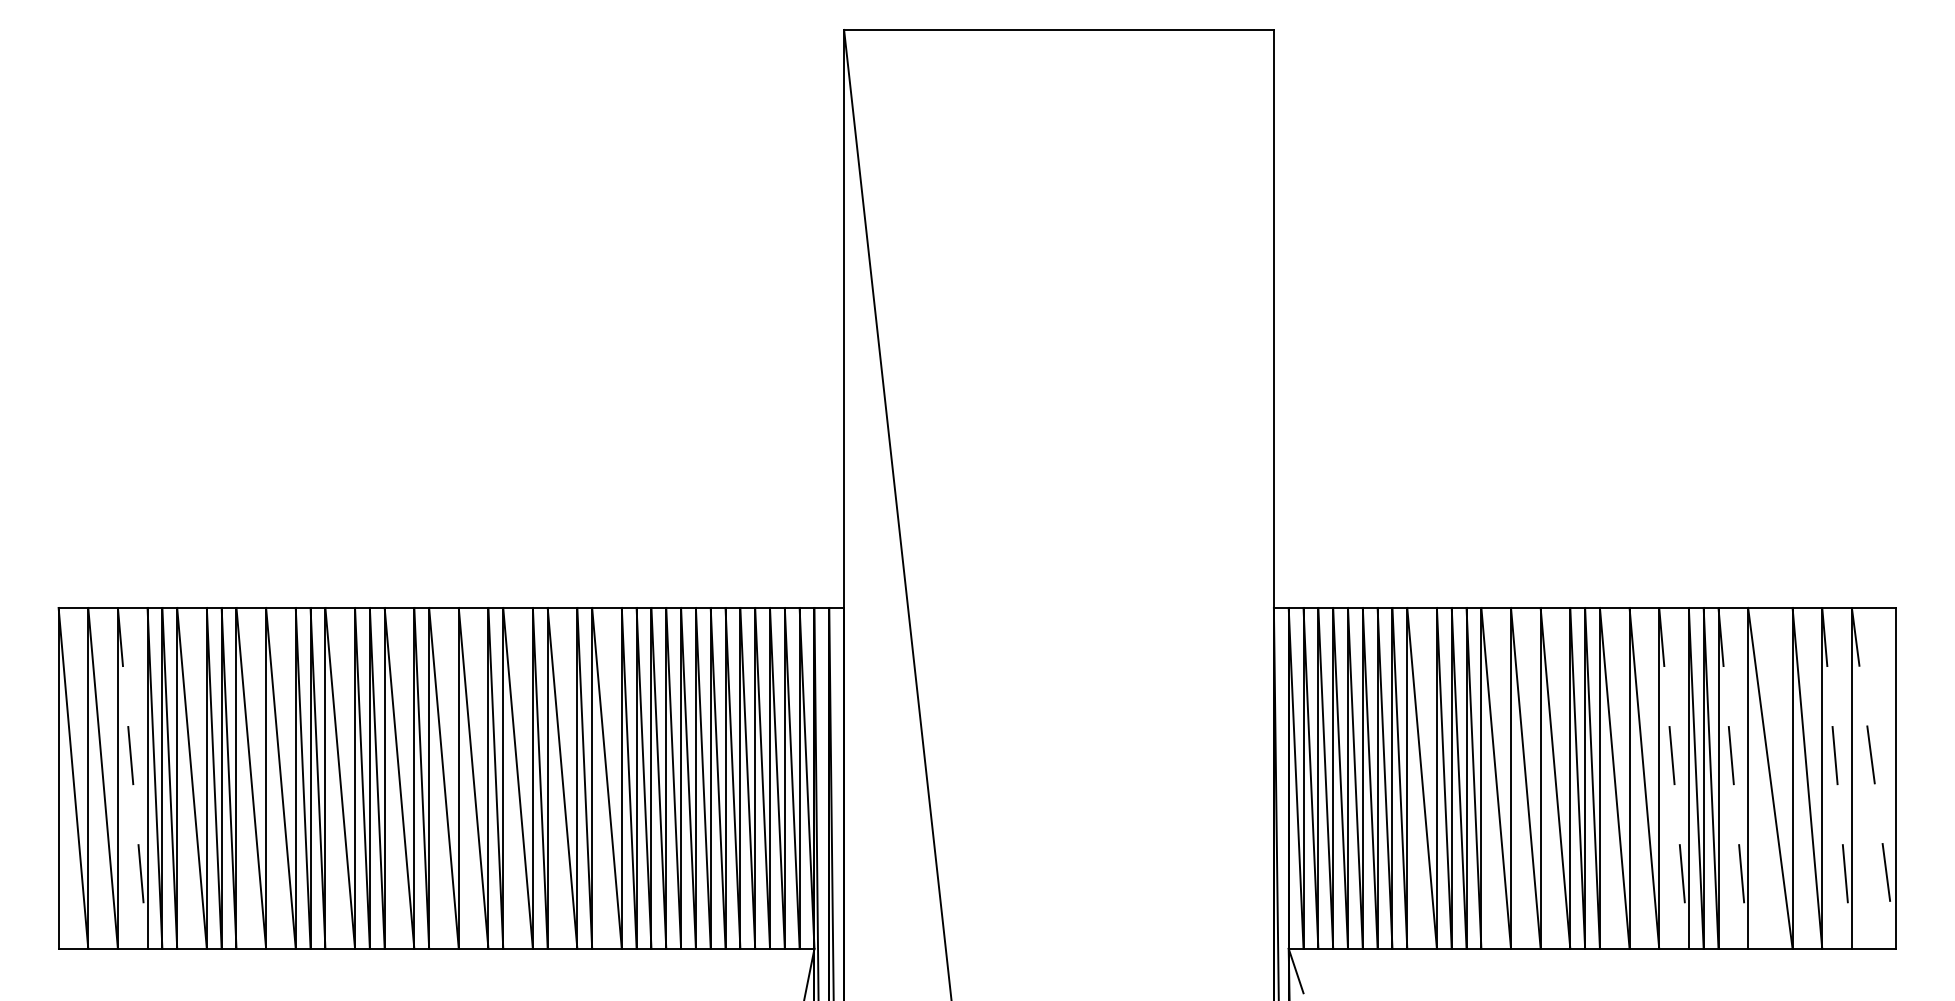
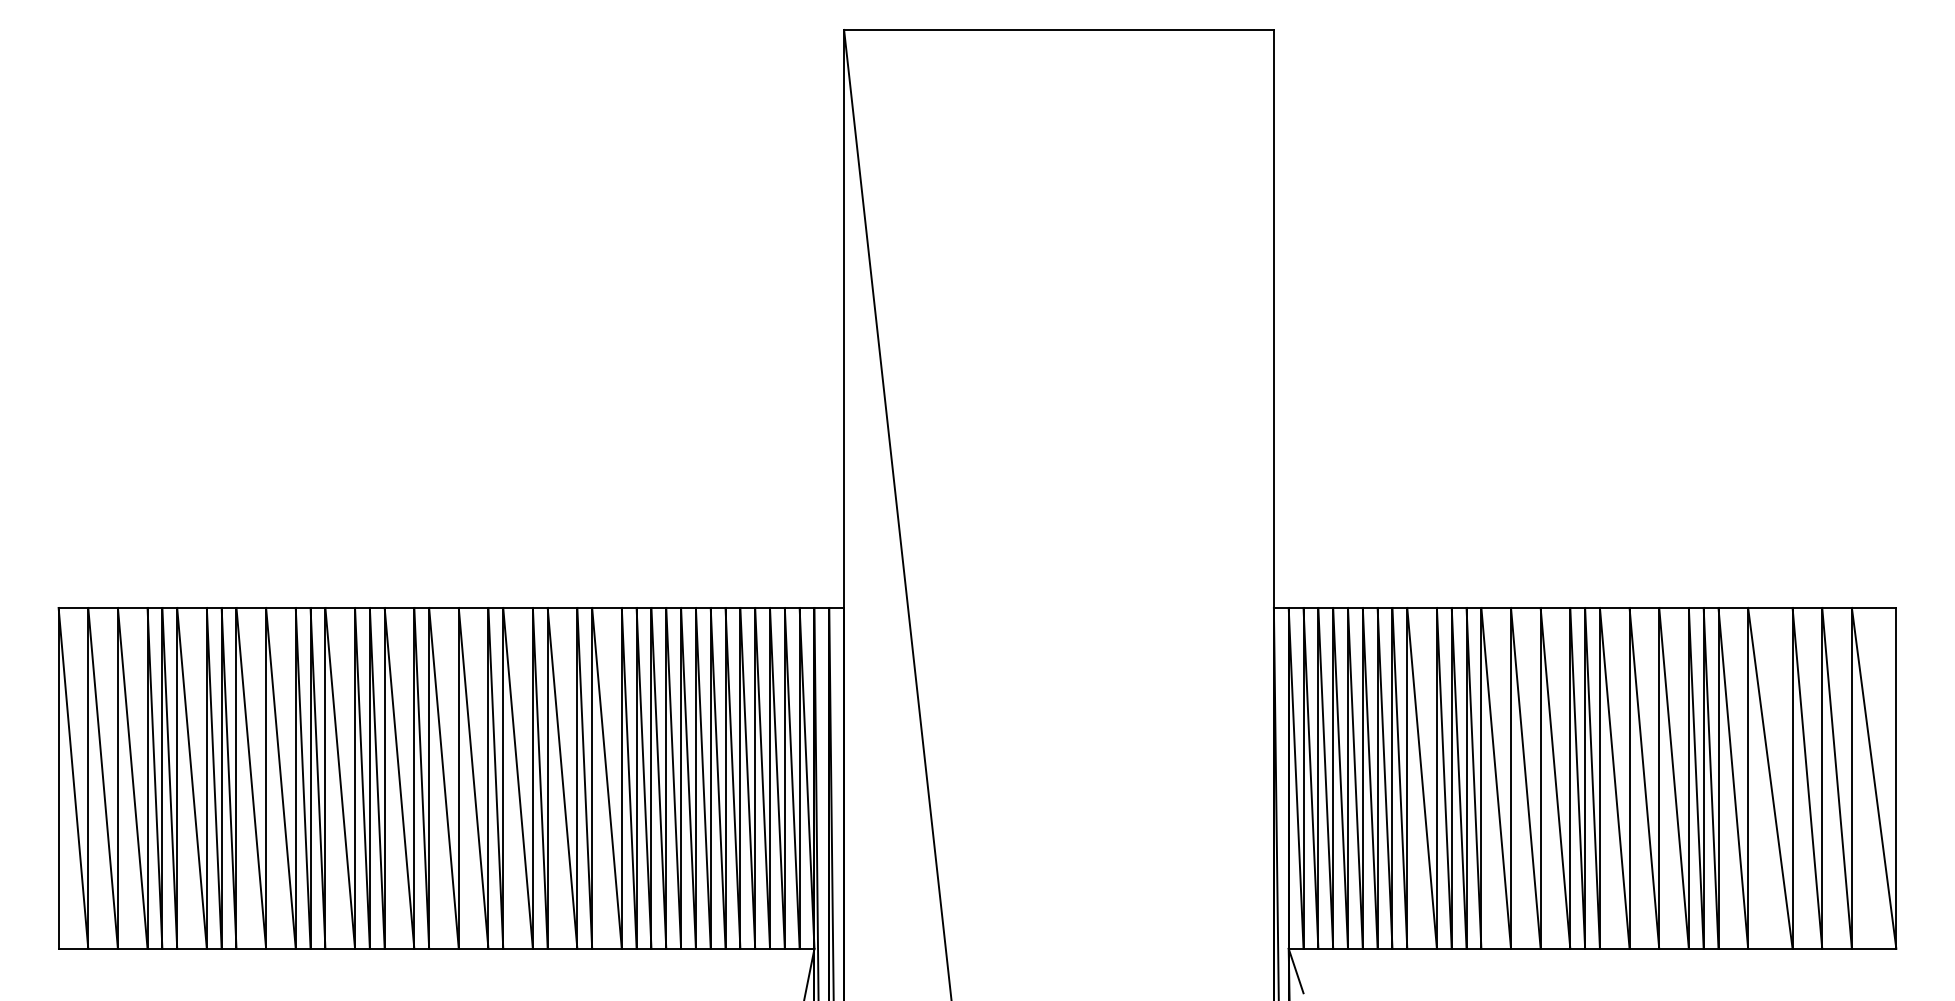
line at (132, 778): dashed -> solid
line at (1674, 778): dashed -> solid
line at (1733, 778): dashed -> solid
line at (1837, 778): dashed -> solid
line at (1874, 778): dashed -> solid
